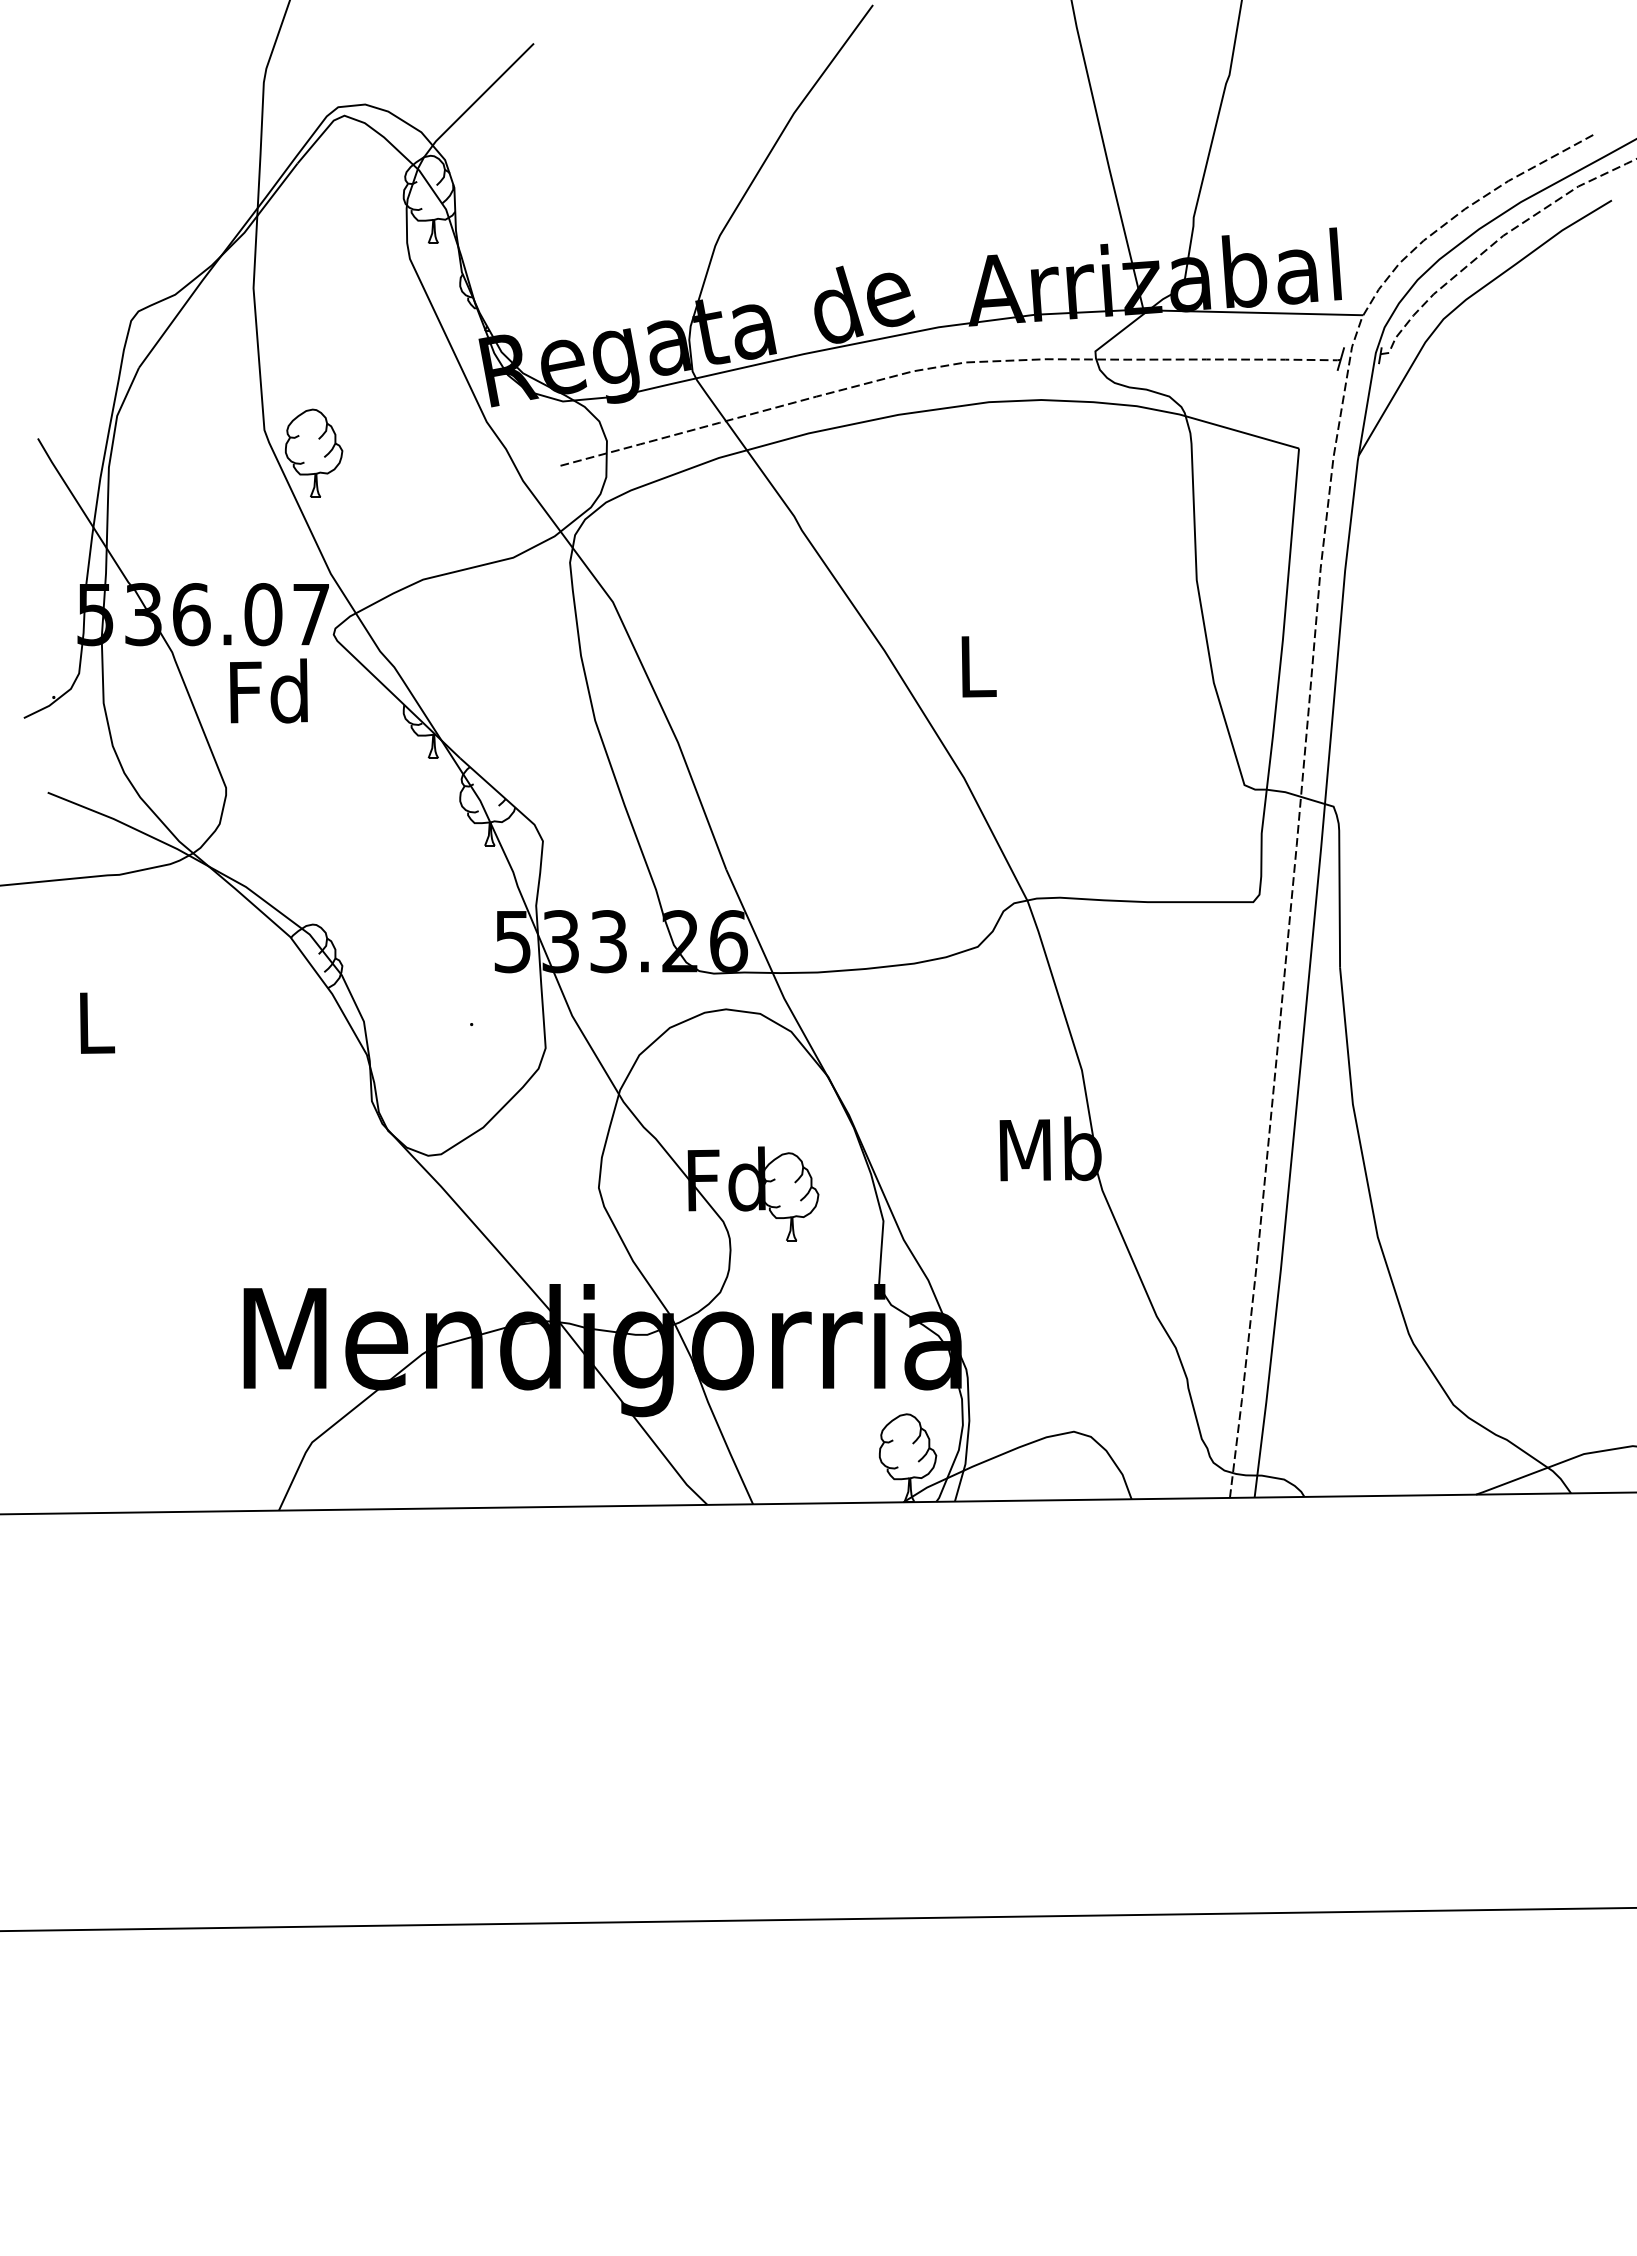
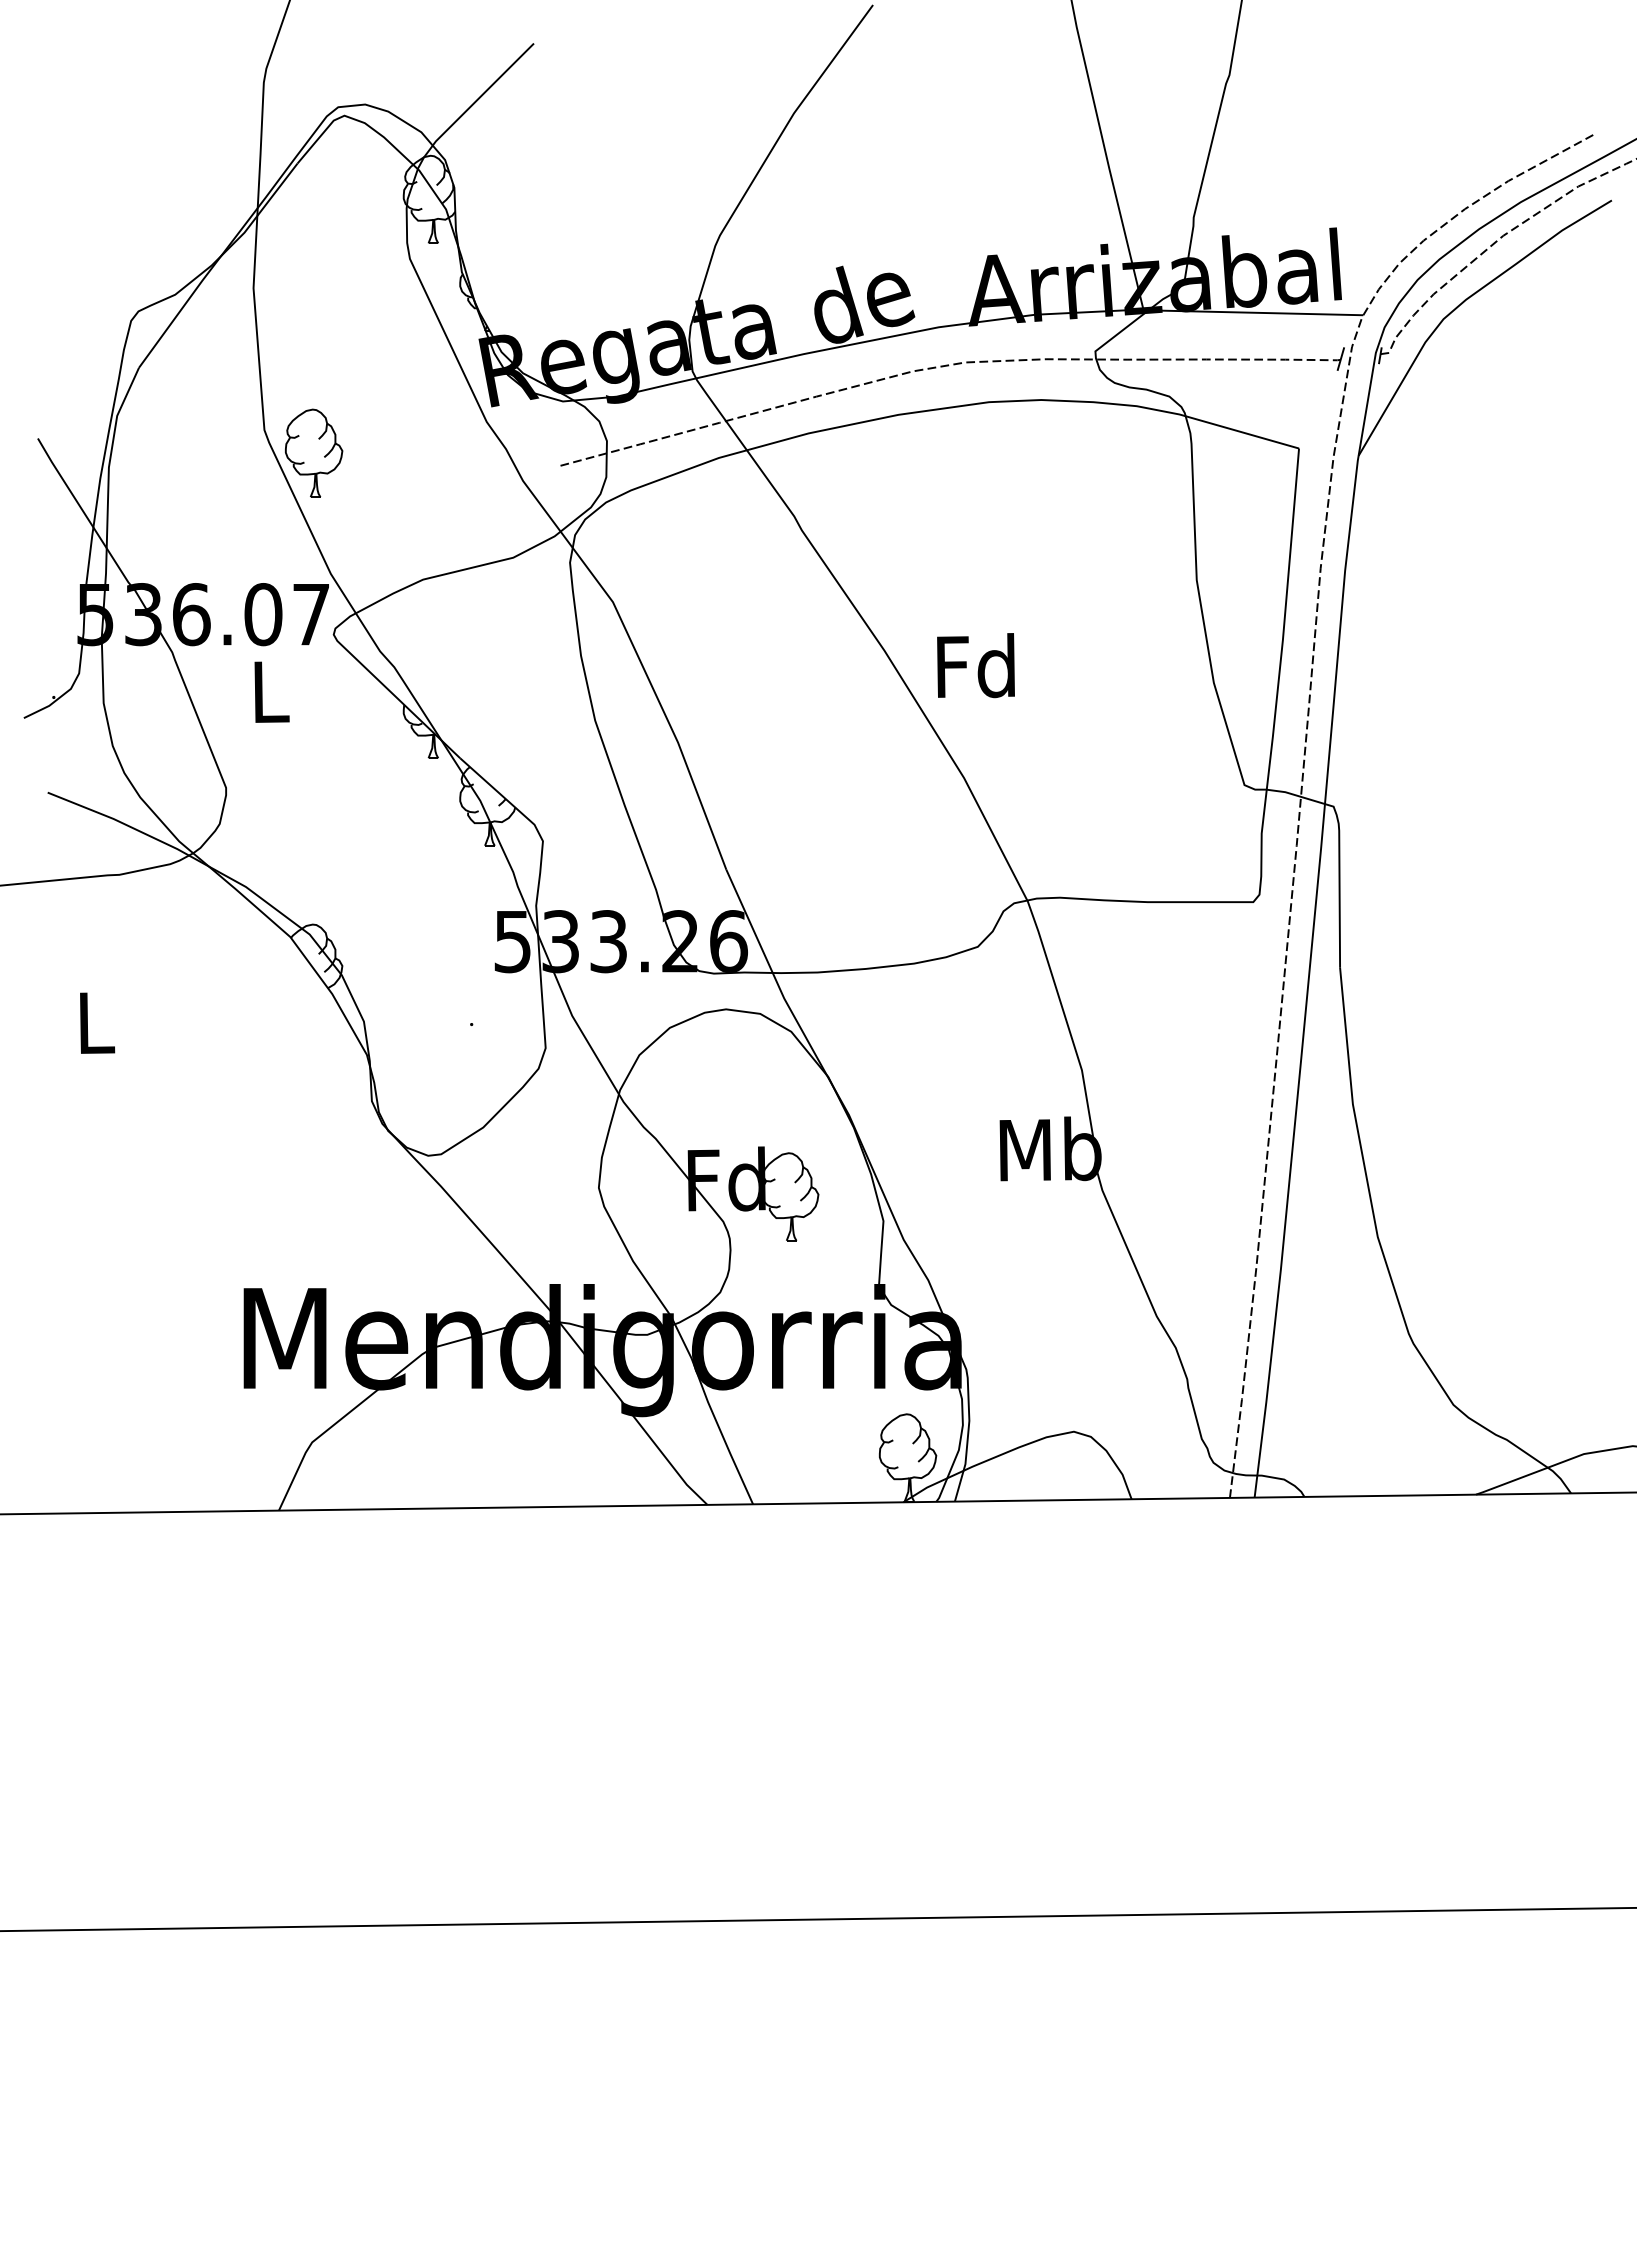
text at (975, 665): L -> Fd
text at (268, 690): Fd -> L
